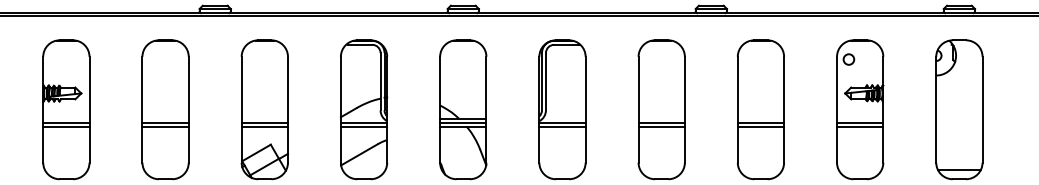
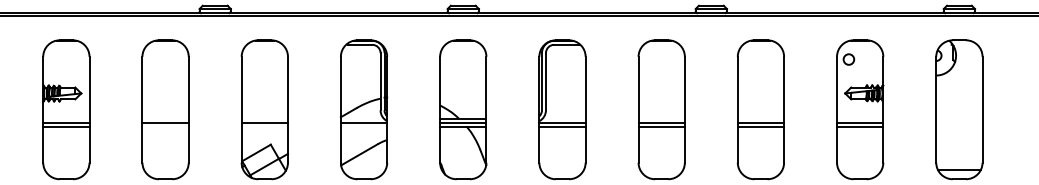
line at (165, 126): present -> none
line at (264, 126): present -> none
line at (363, 126): present -> none
